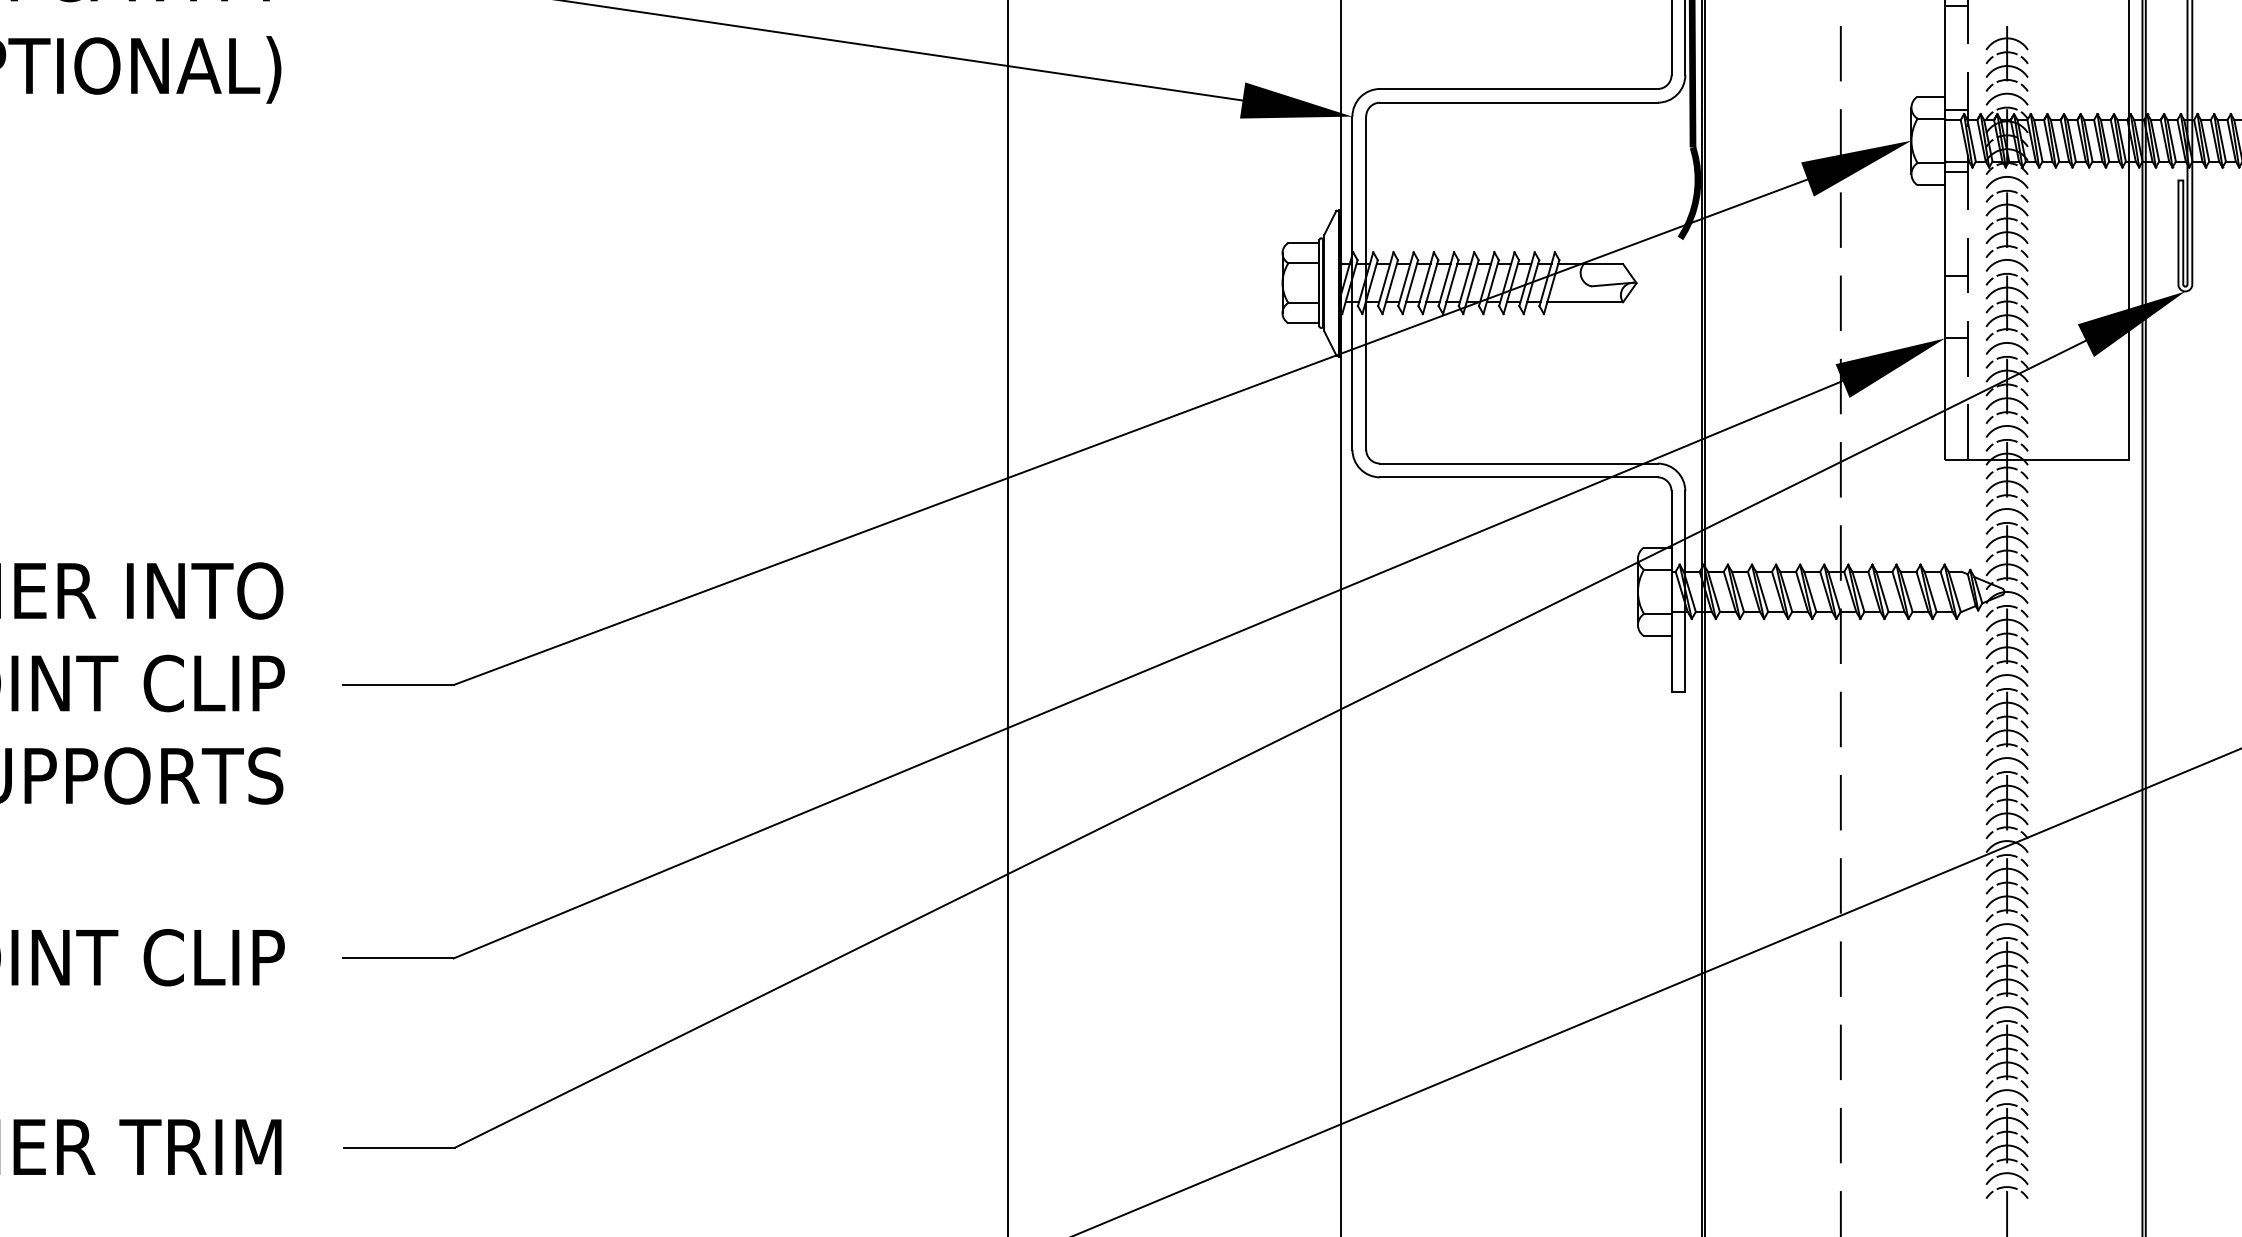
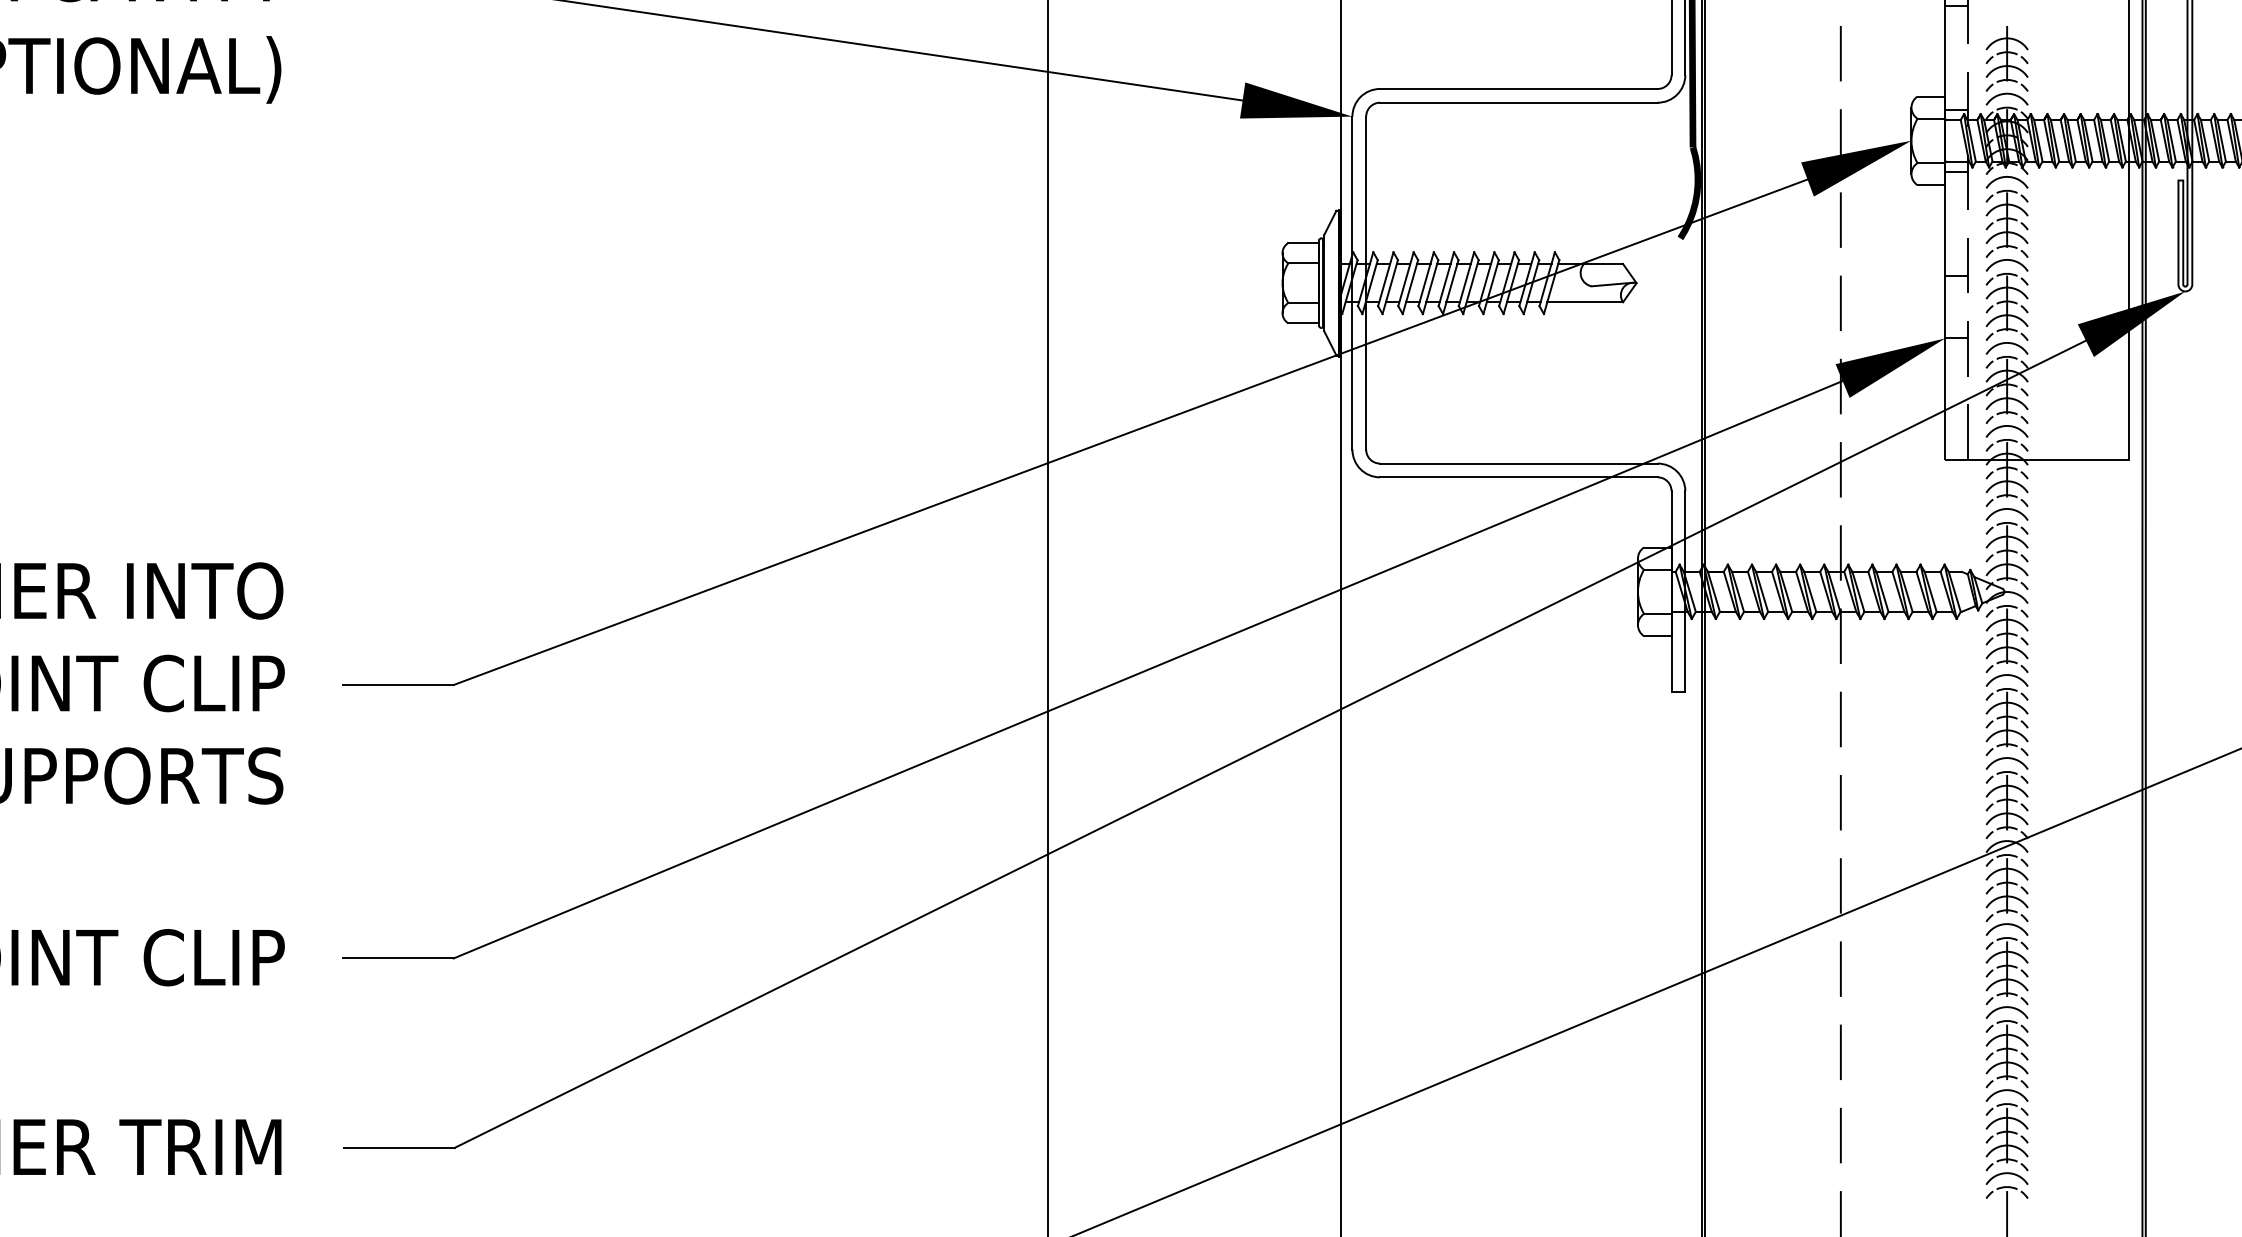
line at (1008, 617) position: (1008, 617) -> (1048, 617)
